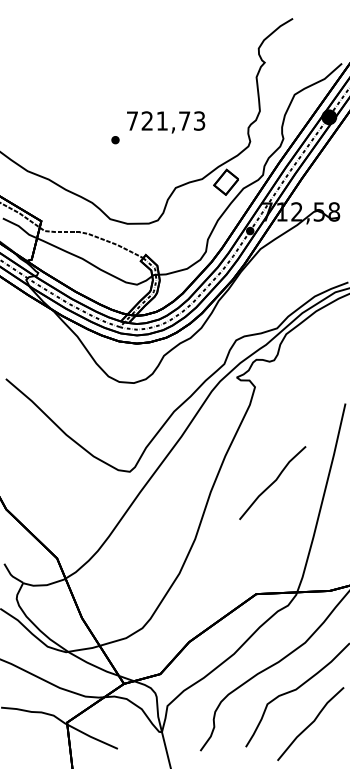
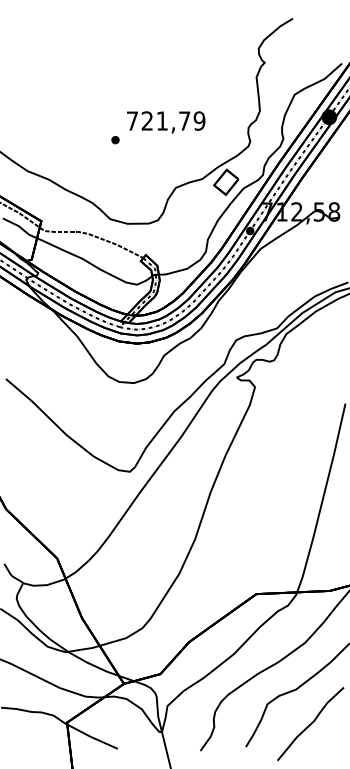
text at (199, 120): 721,73 -> 721,79
curve at (272, 483): present -> none
